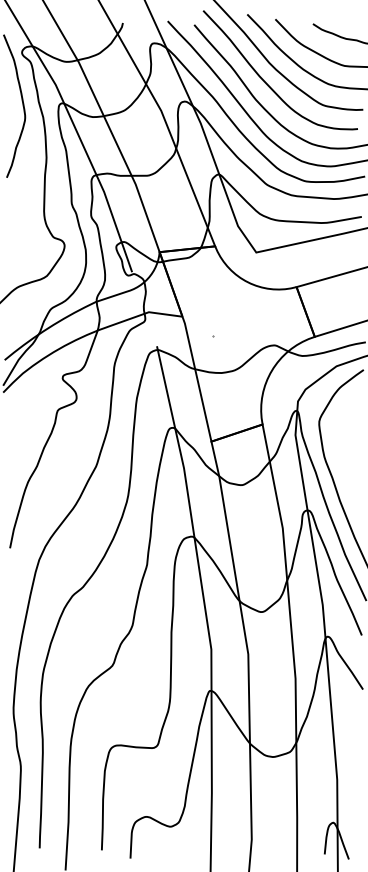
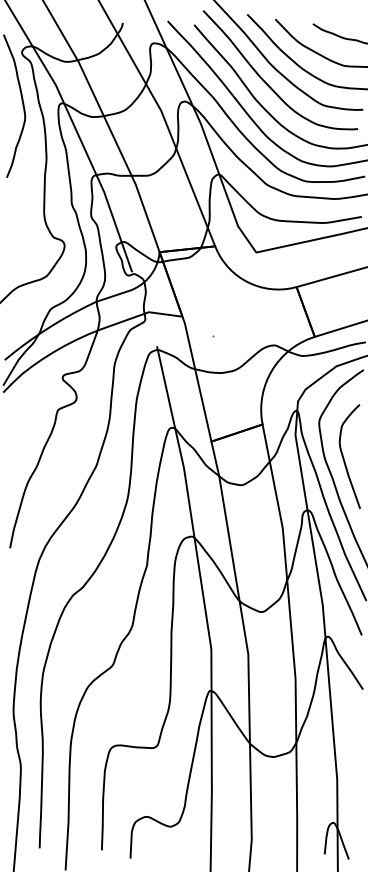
curve at (344, 457): none -> present
